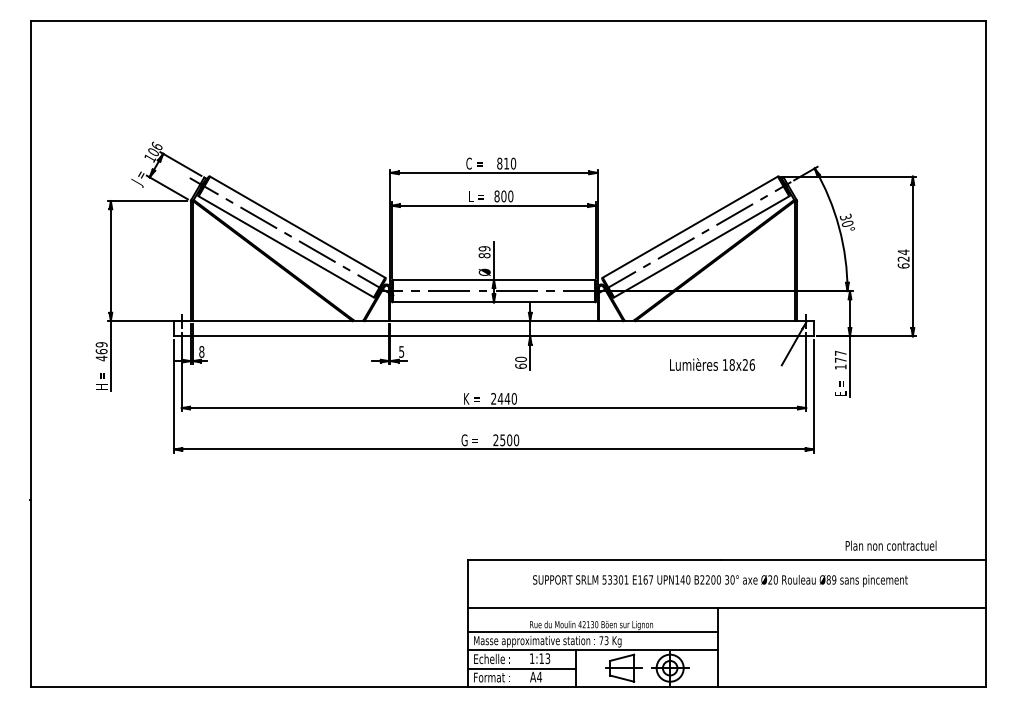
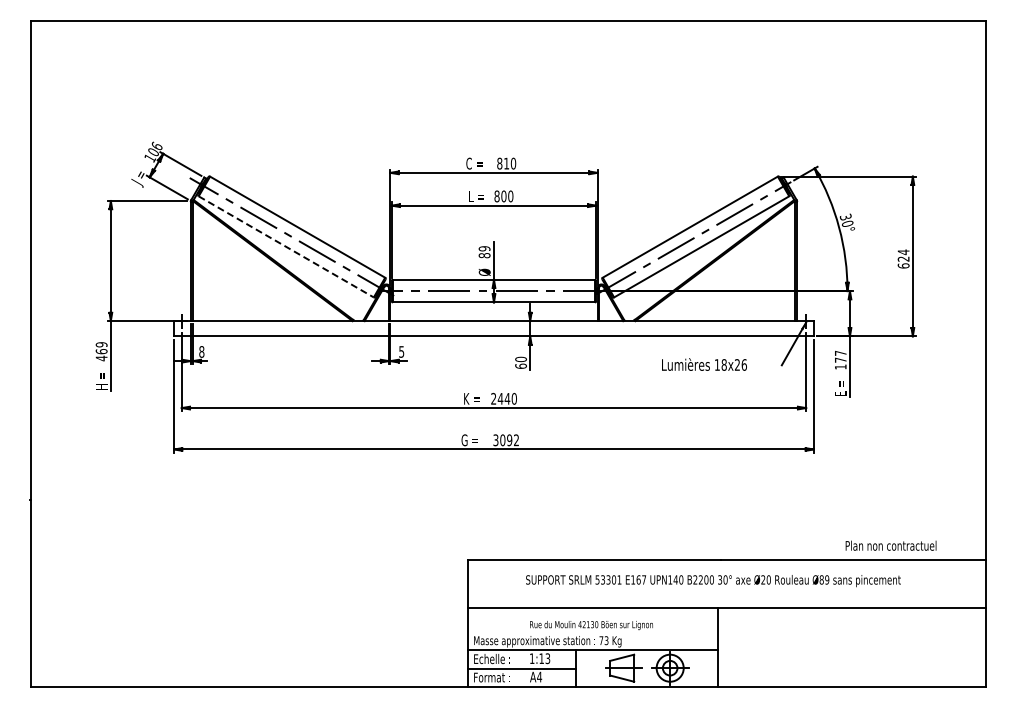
line at (286, 247): solid -> dashed
text at (712, 364) position: (712, 364) -> (704, 364)
text at (506, 440): 2500 -> 3092
text at (720, 581) position: (720, 581) -> (713, 581)
line at (592, 632): present -> none
